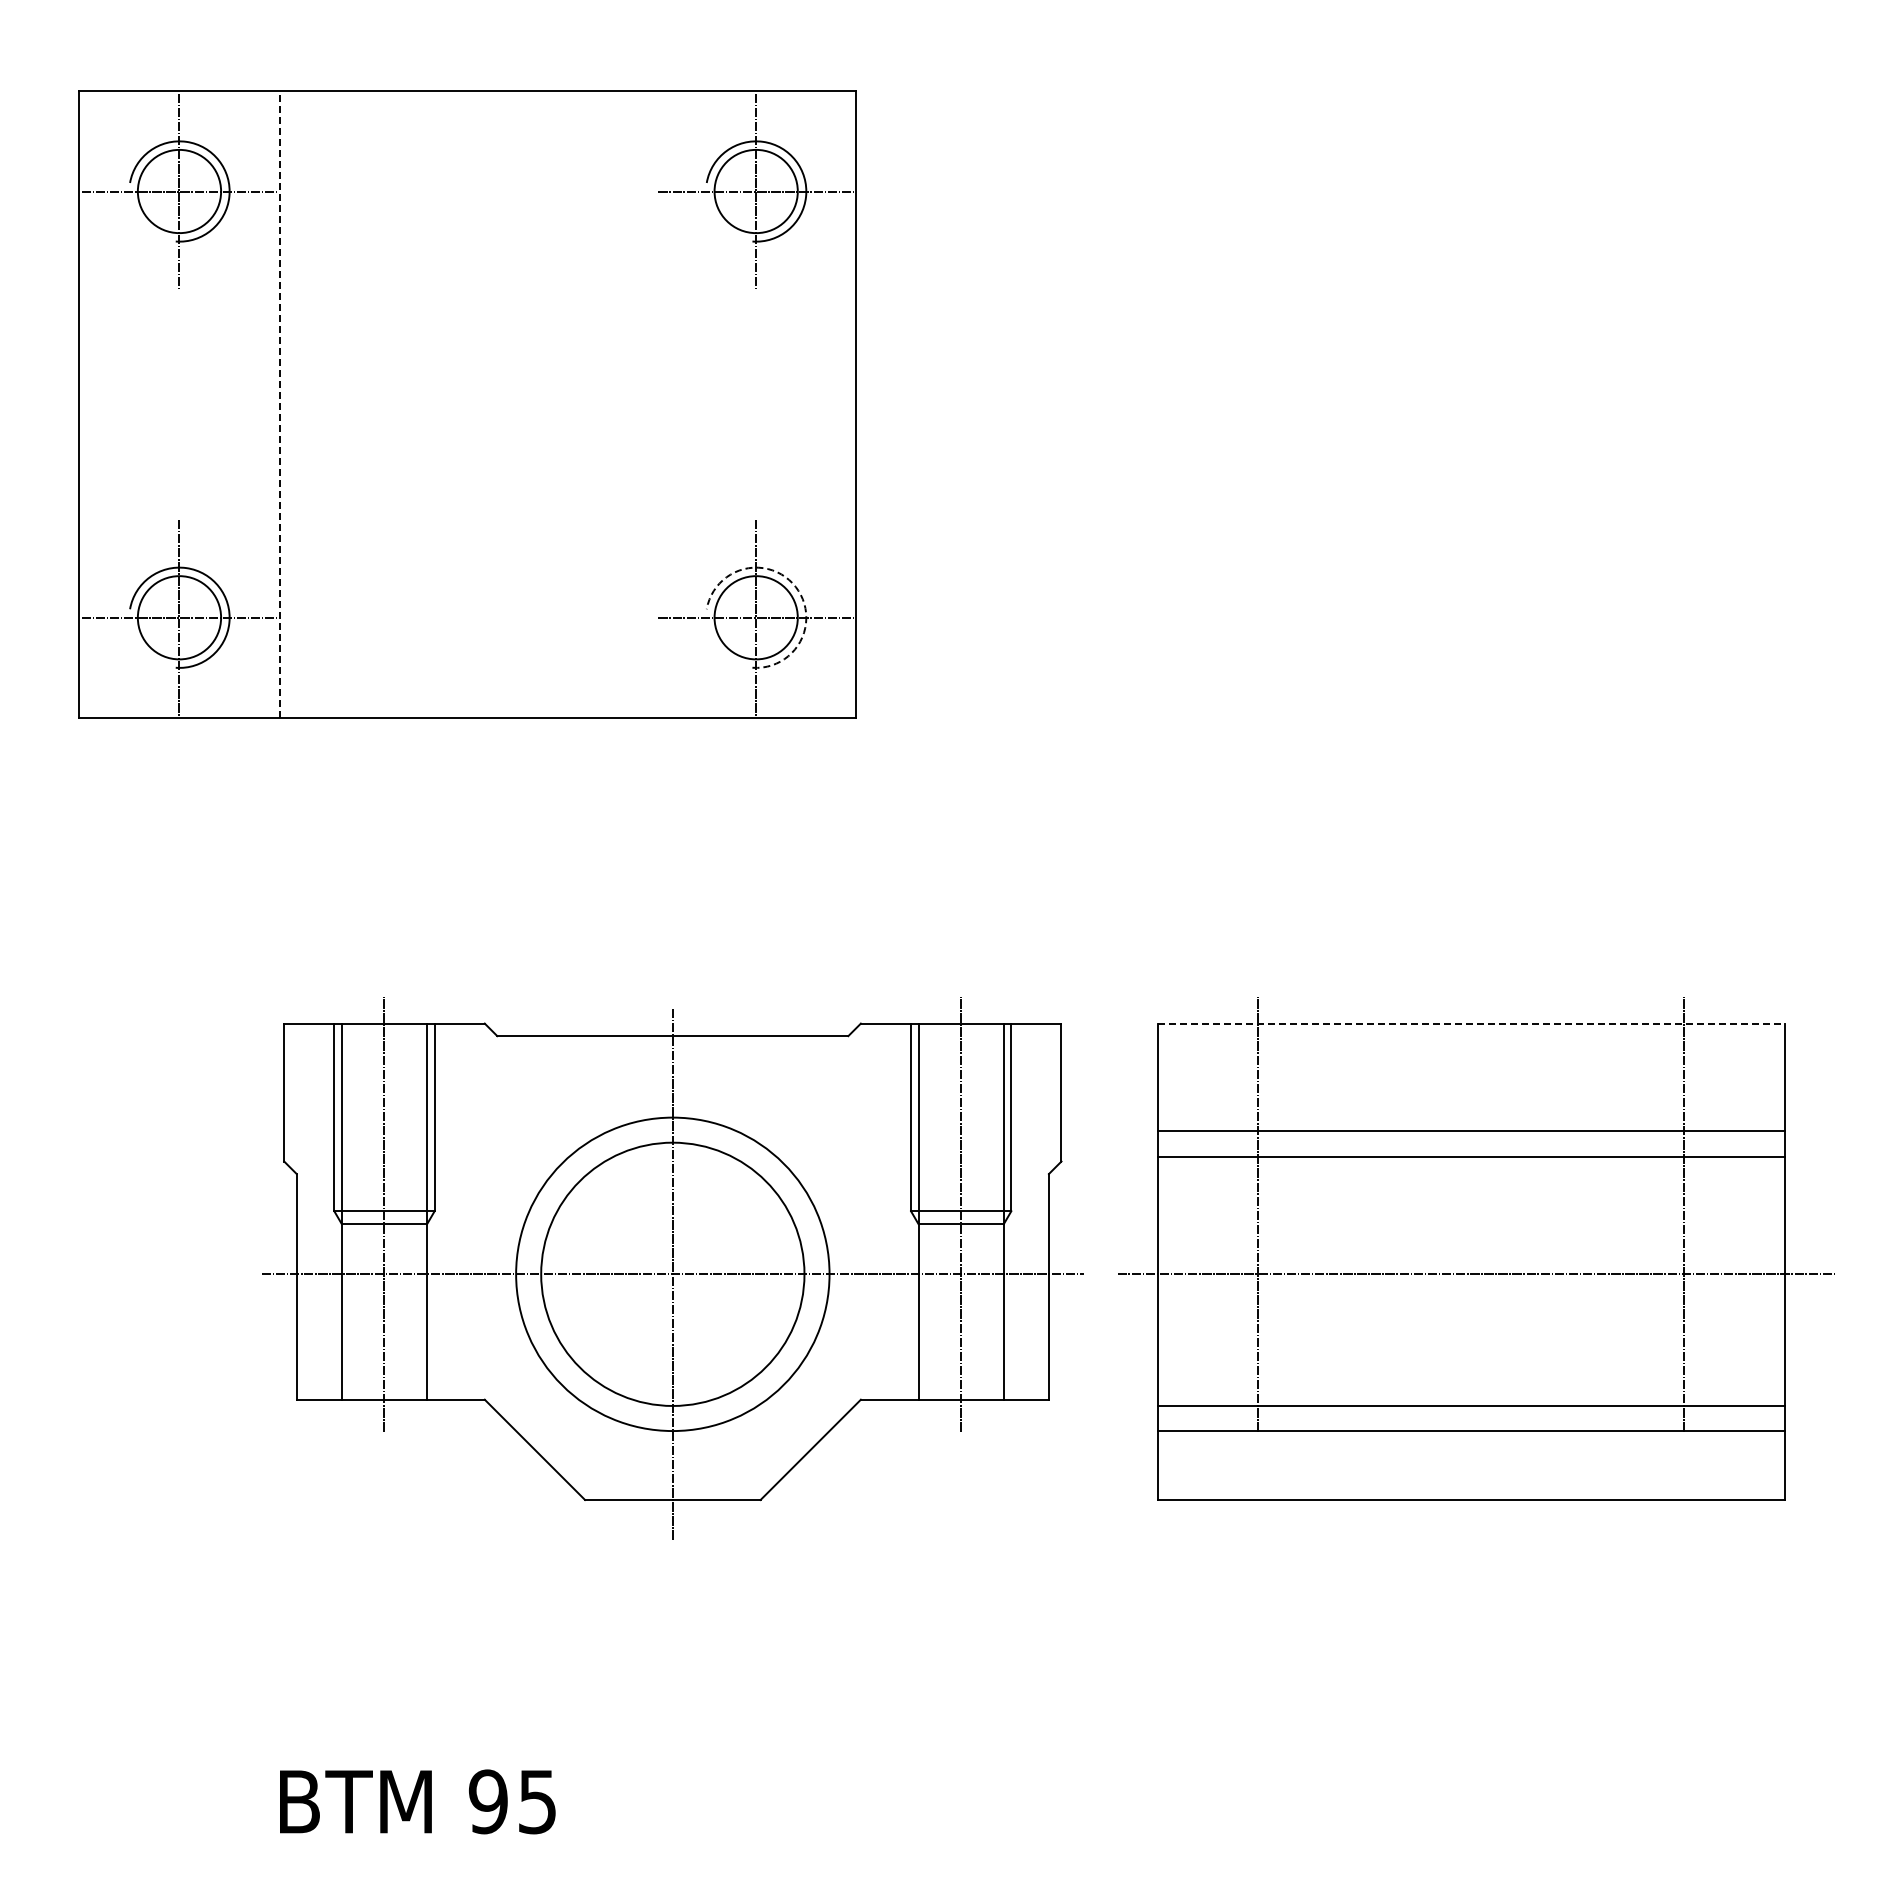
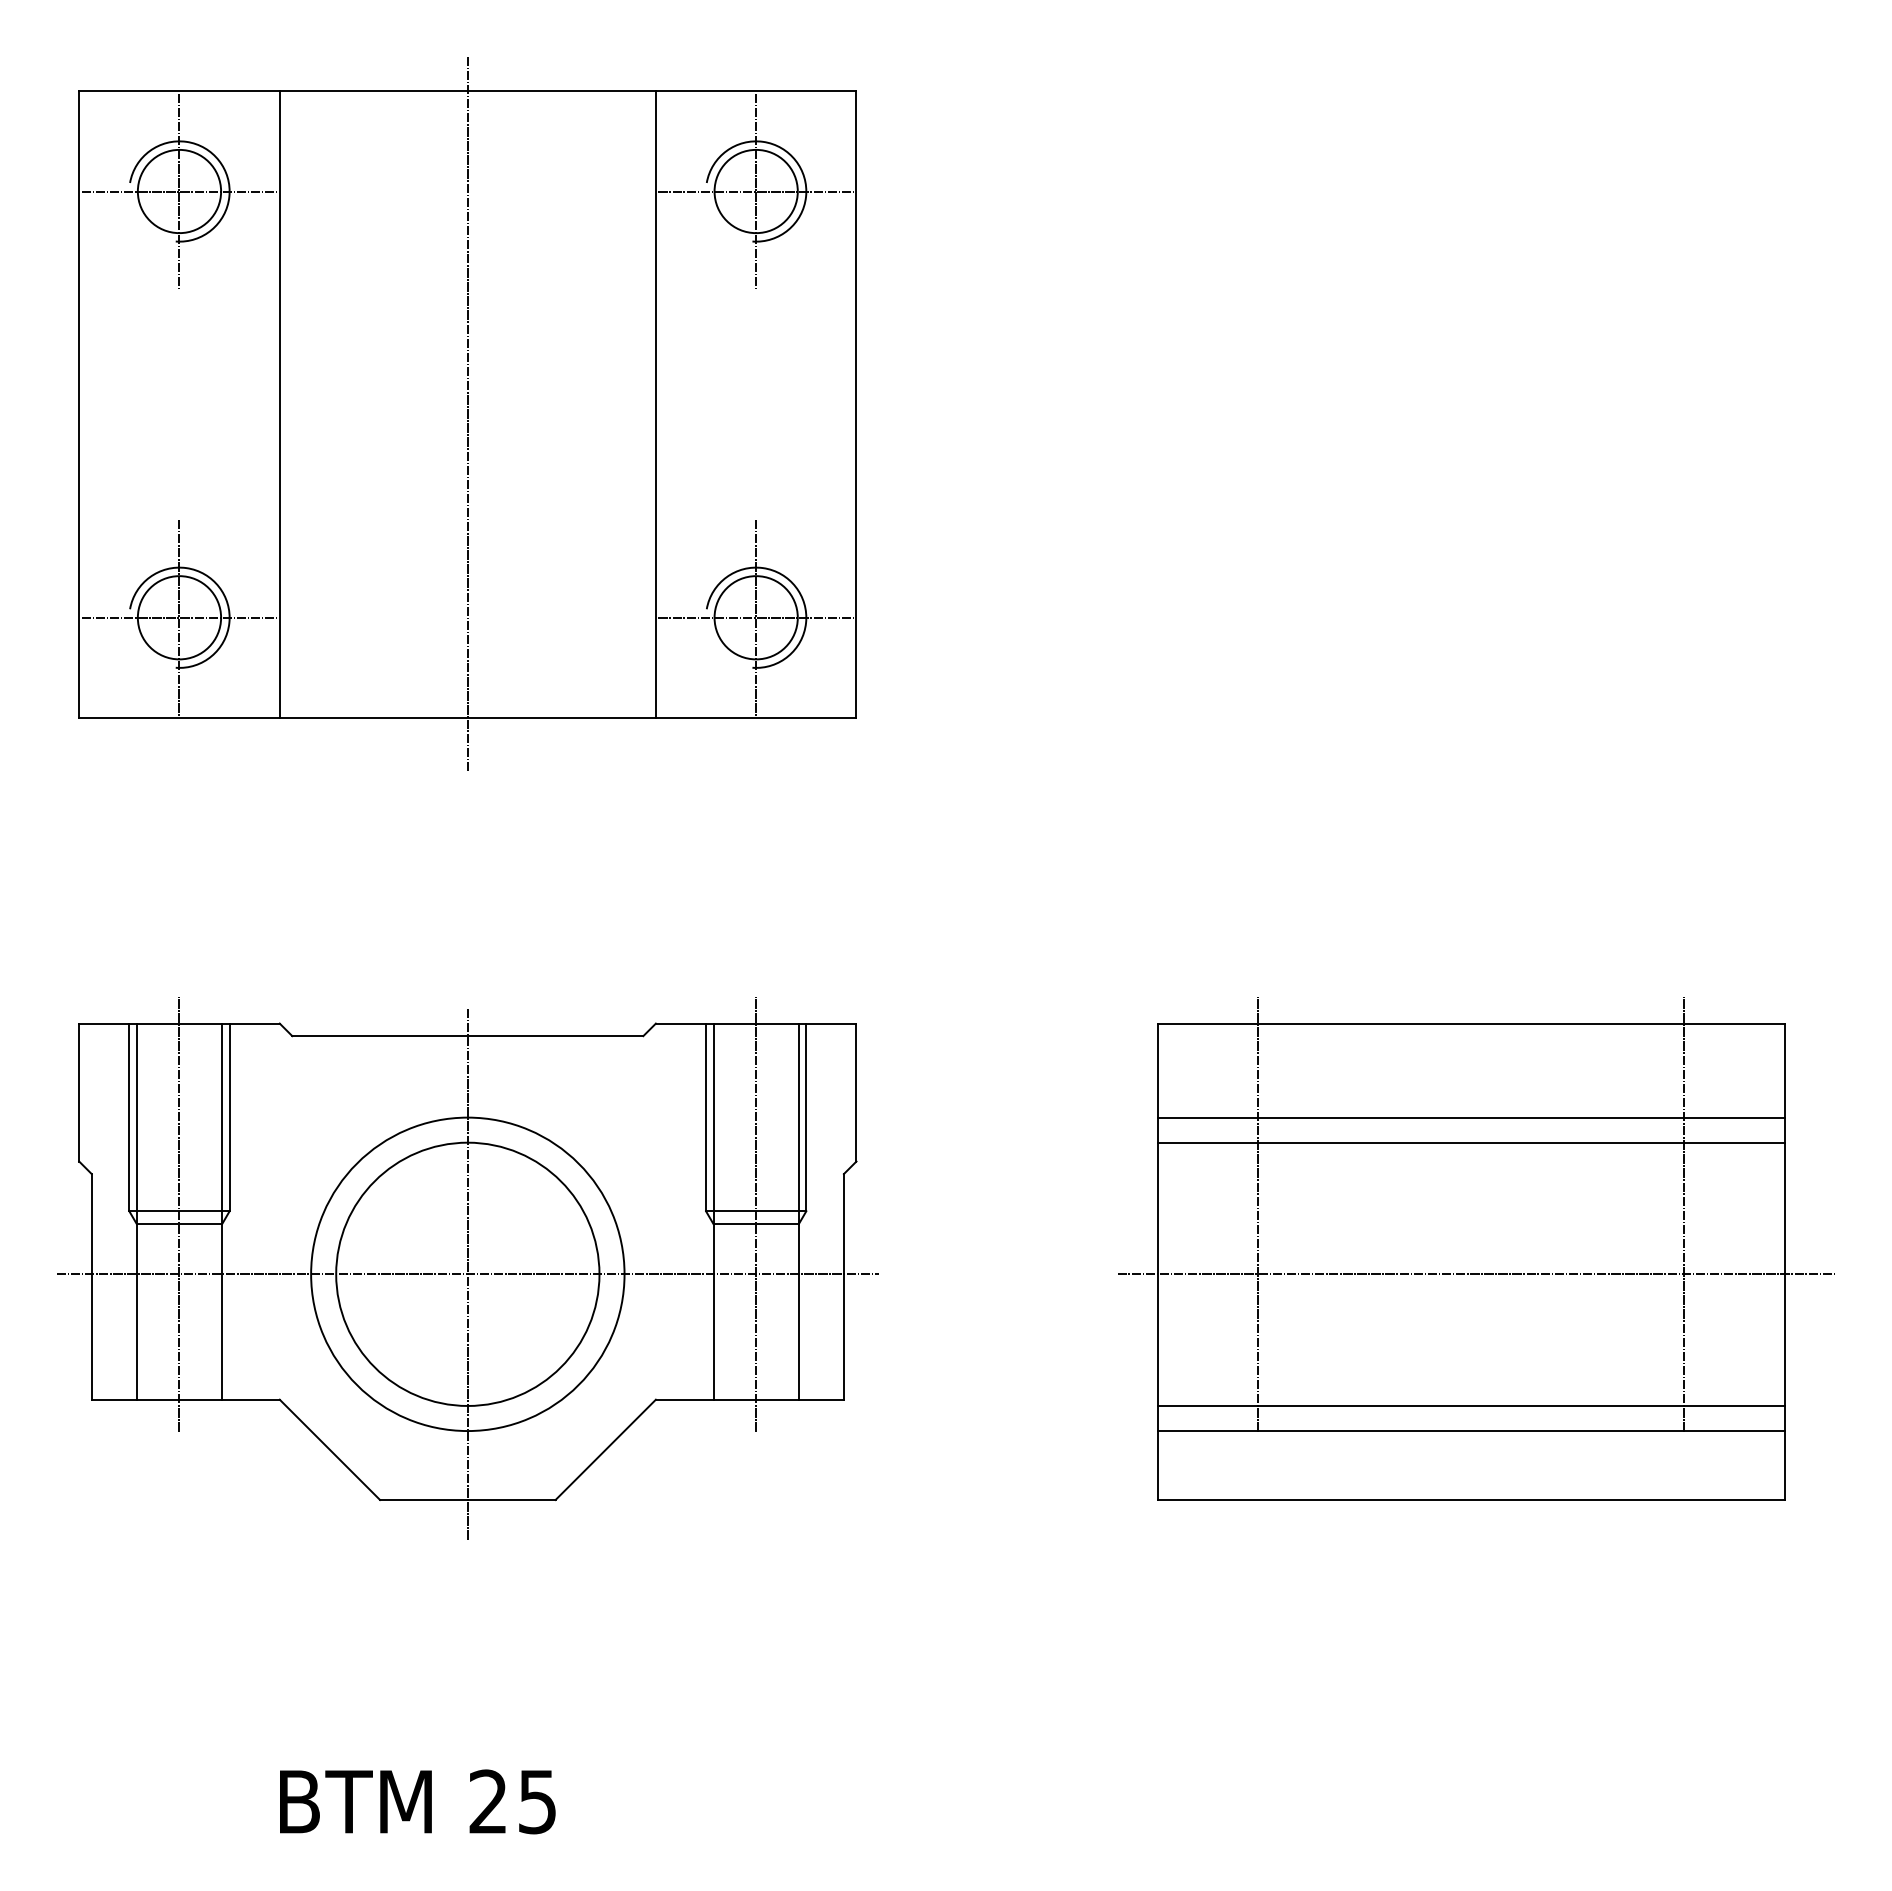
line at (279, 404): dashed -> solid
line at (655, 404): none -> present
line at (467, 413): none -> present
arc at (795, 586): dashed -> solid
line at (1471, 1023): dashed -> solid
line at (1470, 1130) position: (1470, 1130) -> (1470, 1117)
line at (1470, 1156) position: (1470, 1156) -> (1470, 1142)
part at (672, 1268) position: (672, 1268) -> (467, 1268)
text at (487, 1801): 95 -> 25
